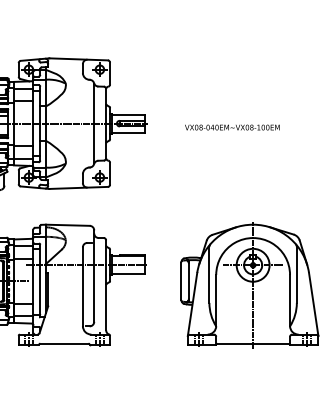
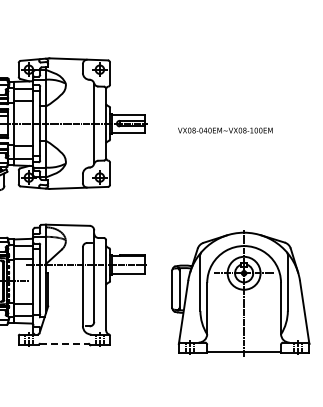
text at (232, 127) position: (232, 127) -> (225, 130)
part at (249, 285) position: (249, 285) -> (240, 293)
line at (64, 343): solid -> dashed
